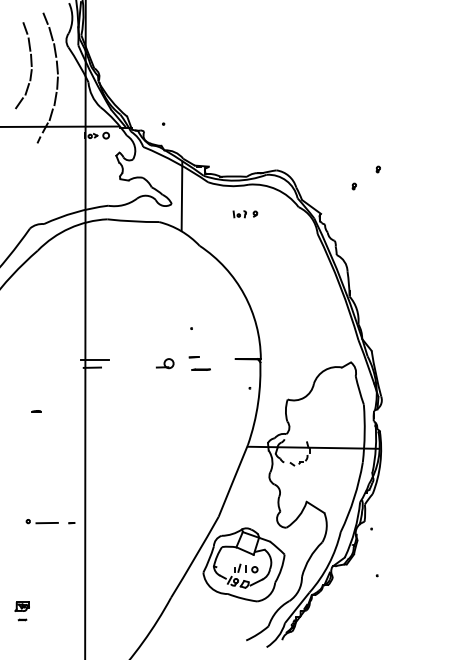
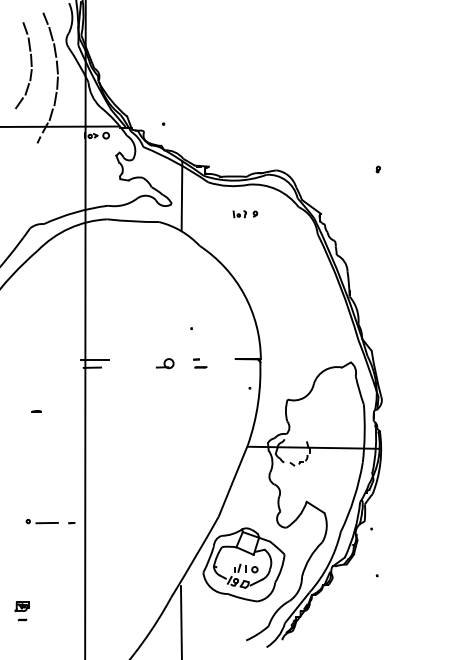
part at (353, 186): present -> none
part at (199, 363) size: 23x15 px -> 15x11 px
line at (180, 621): none -> present
